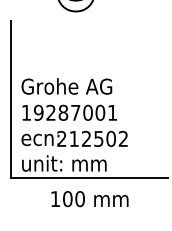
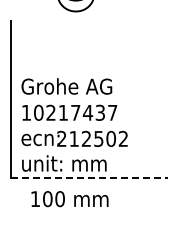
text at (75, 112): 19287001 -> 10217437
line at (90, 178): solid -> dashed
text at (89, 199) position: (89, 199) -> (69, 199)
